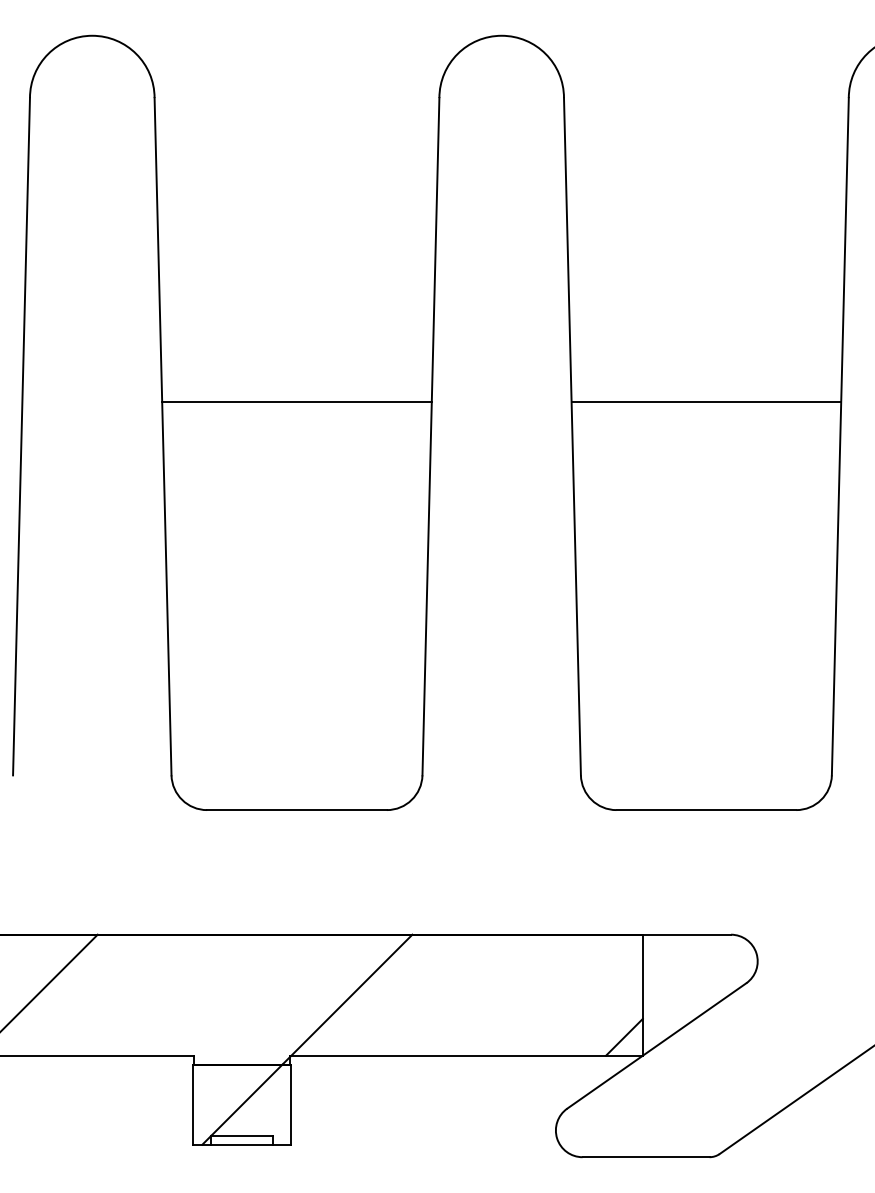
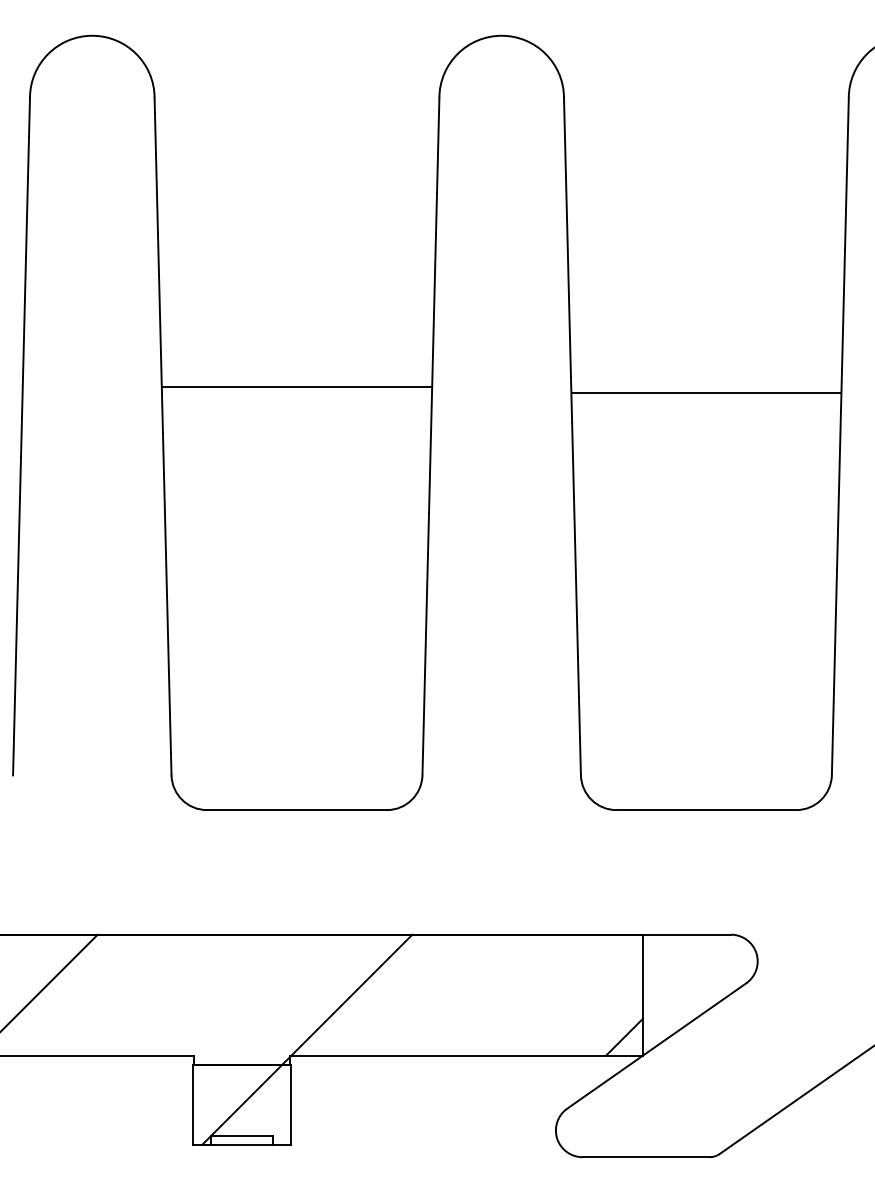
line at (296, 402) position: (296, 402) -> (296, 387)
line at (706, 402) position: (706, 402) -> (706, 393)
